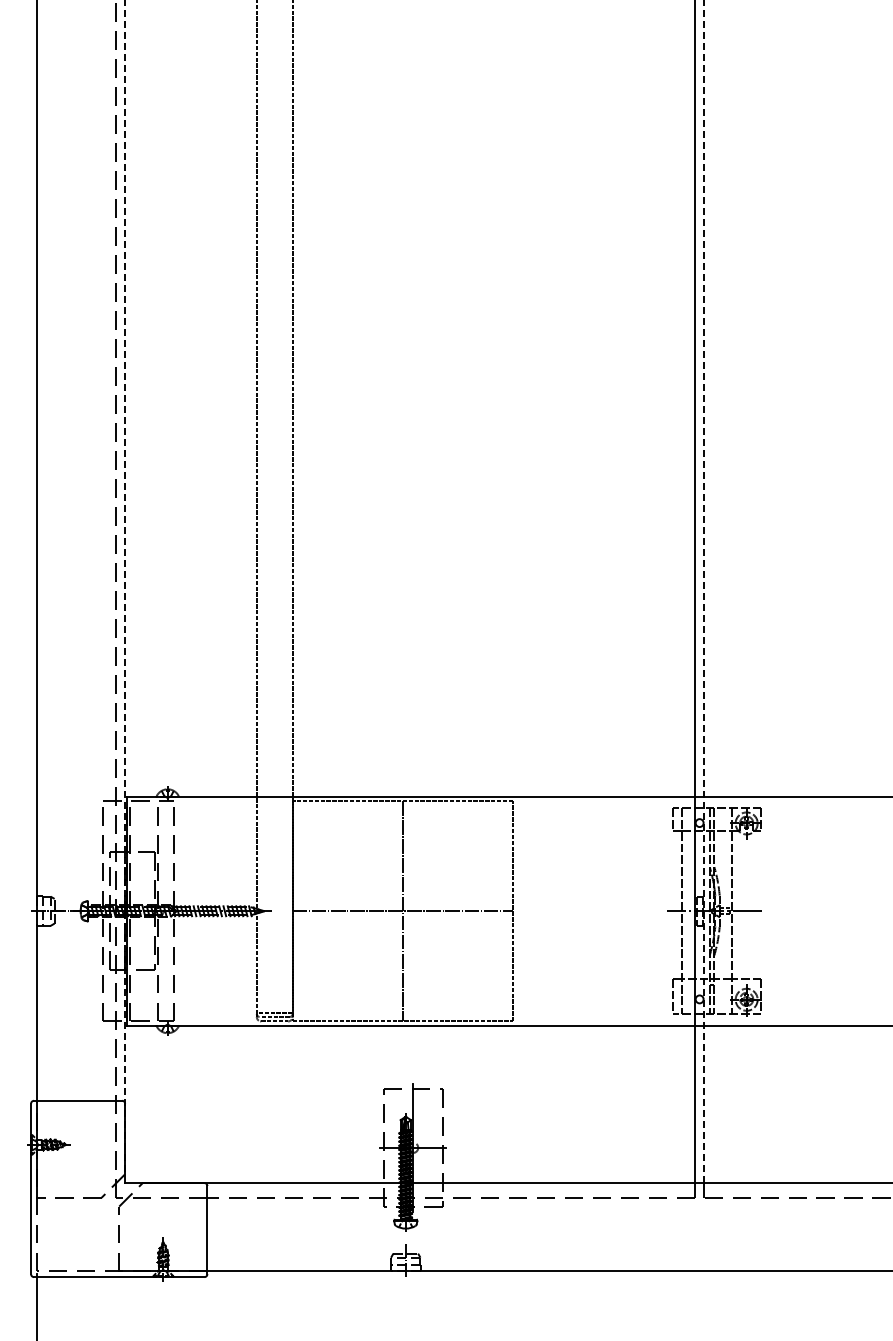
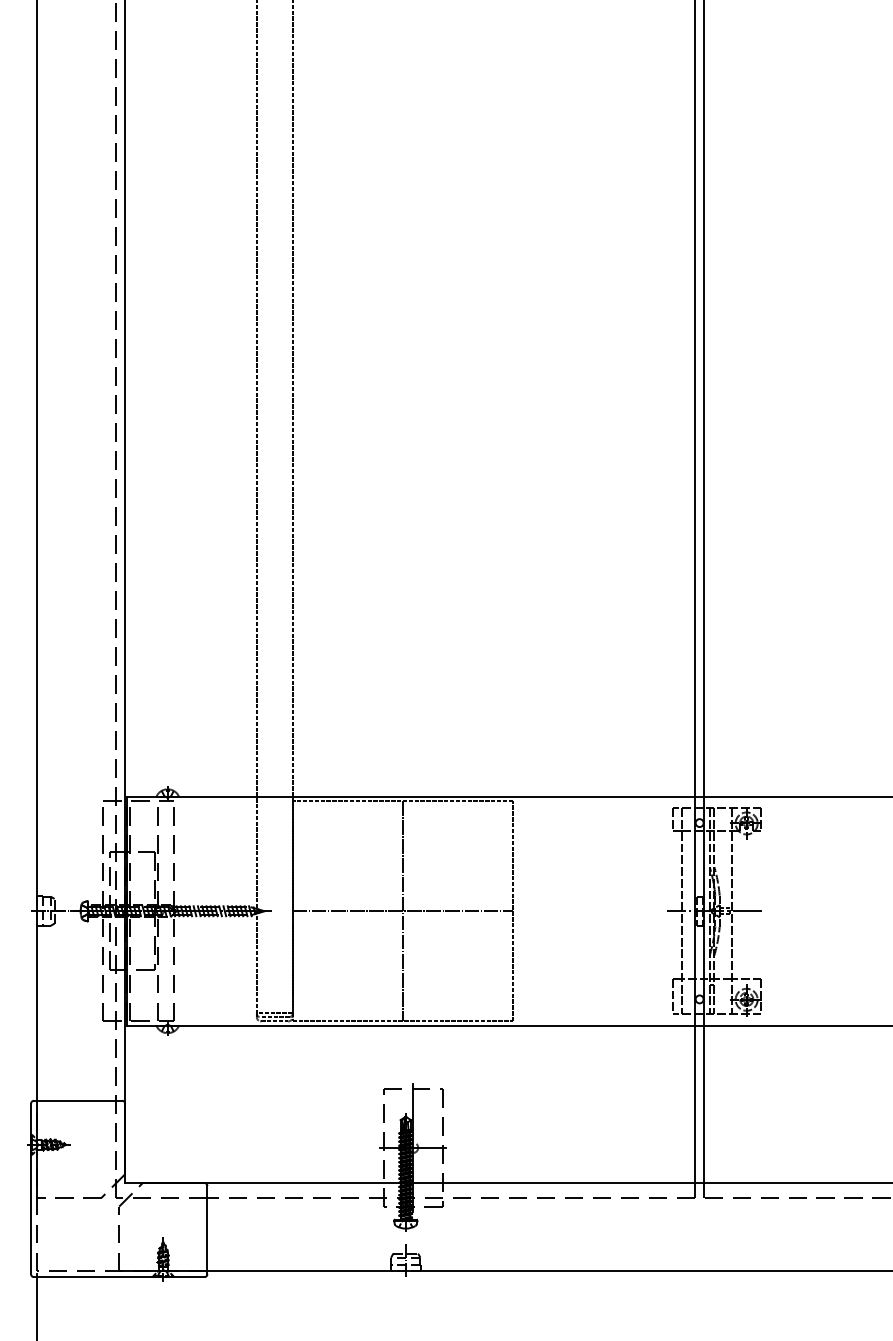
line at (125, 587): dashed -> solid
line at (704, 591): dashed -> solid
